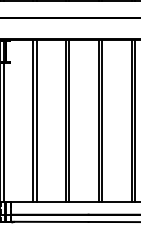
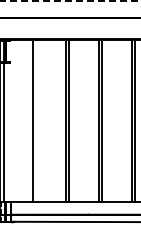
line at (70, 1): solid -> dashed
line at (36, 120): present -> none
